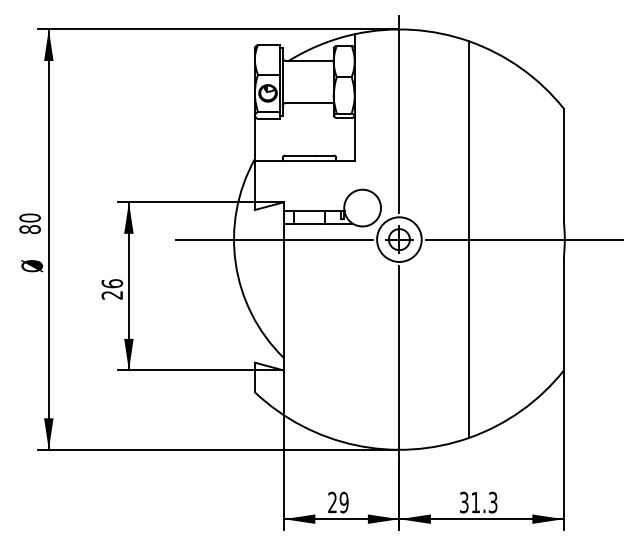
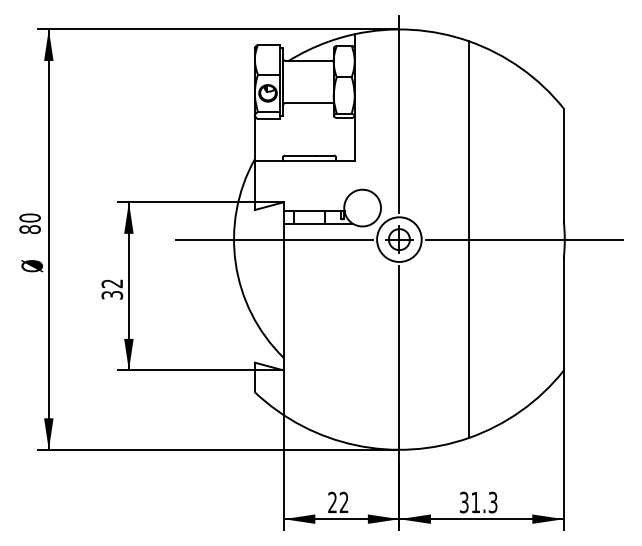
text at (112, 289): 26 -> 32
text at (343, 502): 29 -> 22
